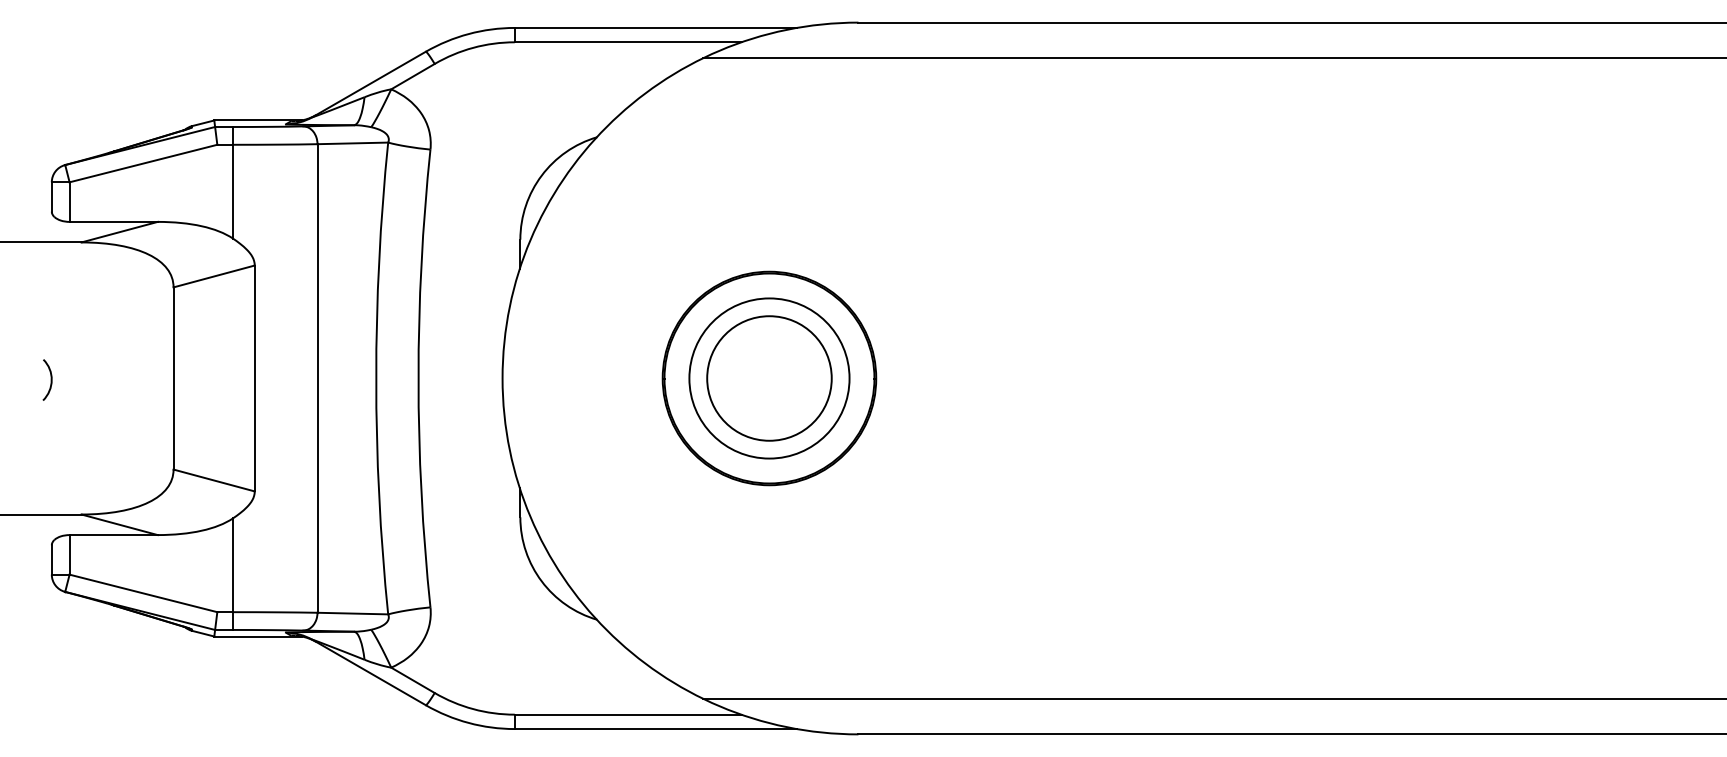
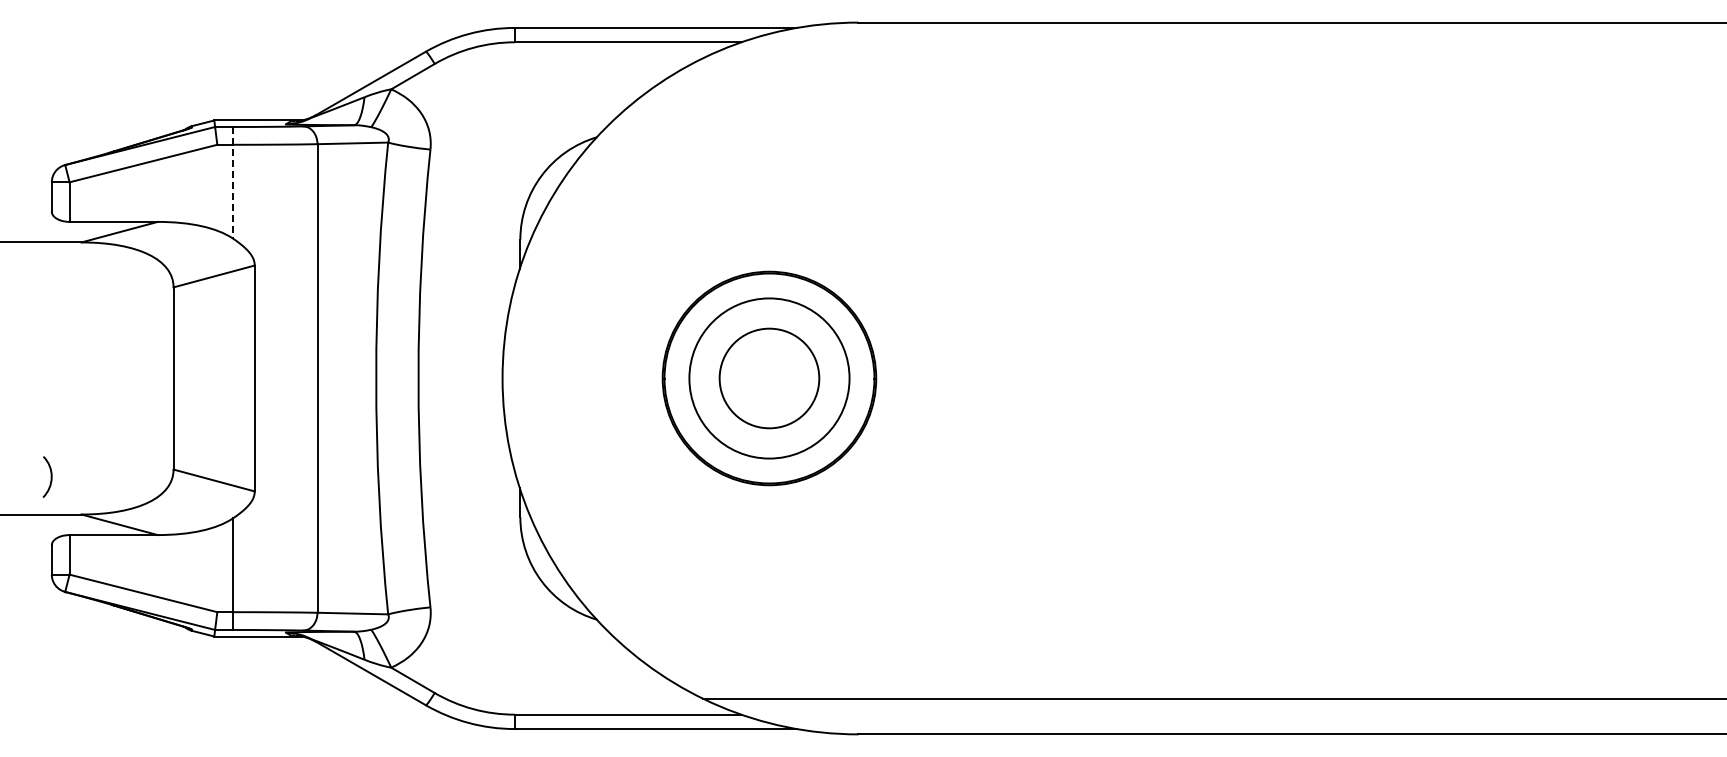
line at (1213, 58): present -> none
line at (232, 182): solid -> dashed
circle at (769, 378) diameter: 125 px -> 100 px
curve at (50, 379) position: (50, 379) -> (50, 476)
